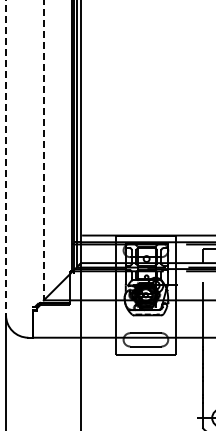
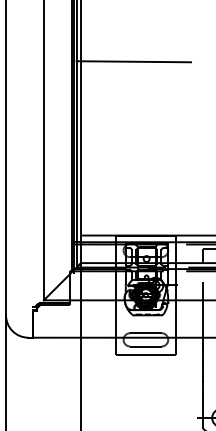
line at (133, 61): none -> present
line at (43, 150): dashed -> solid
line at (6, 158): dashed -> solid
